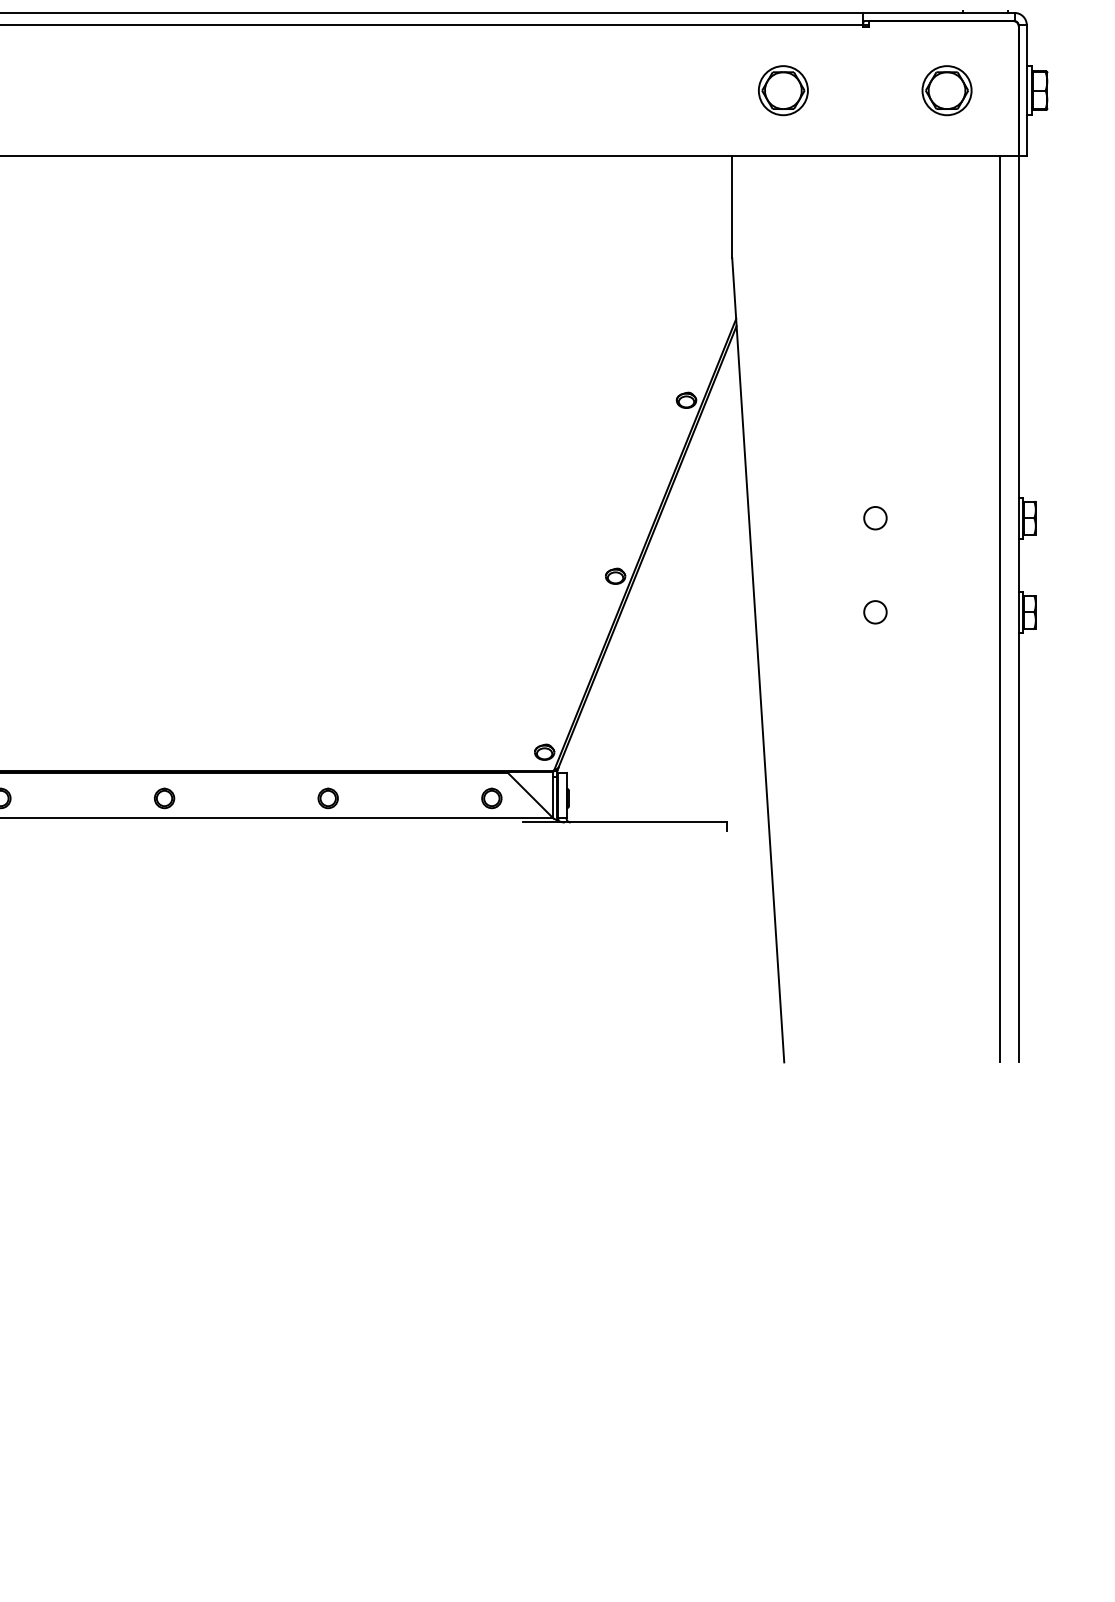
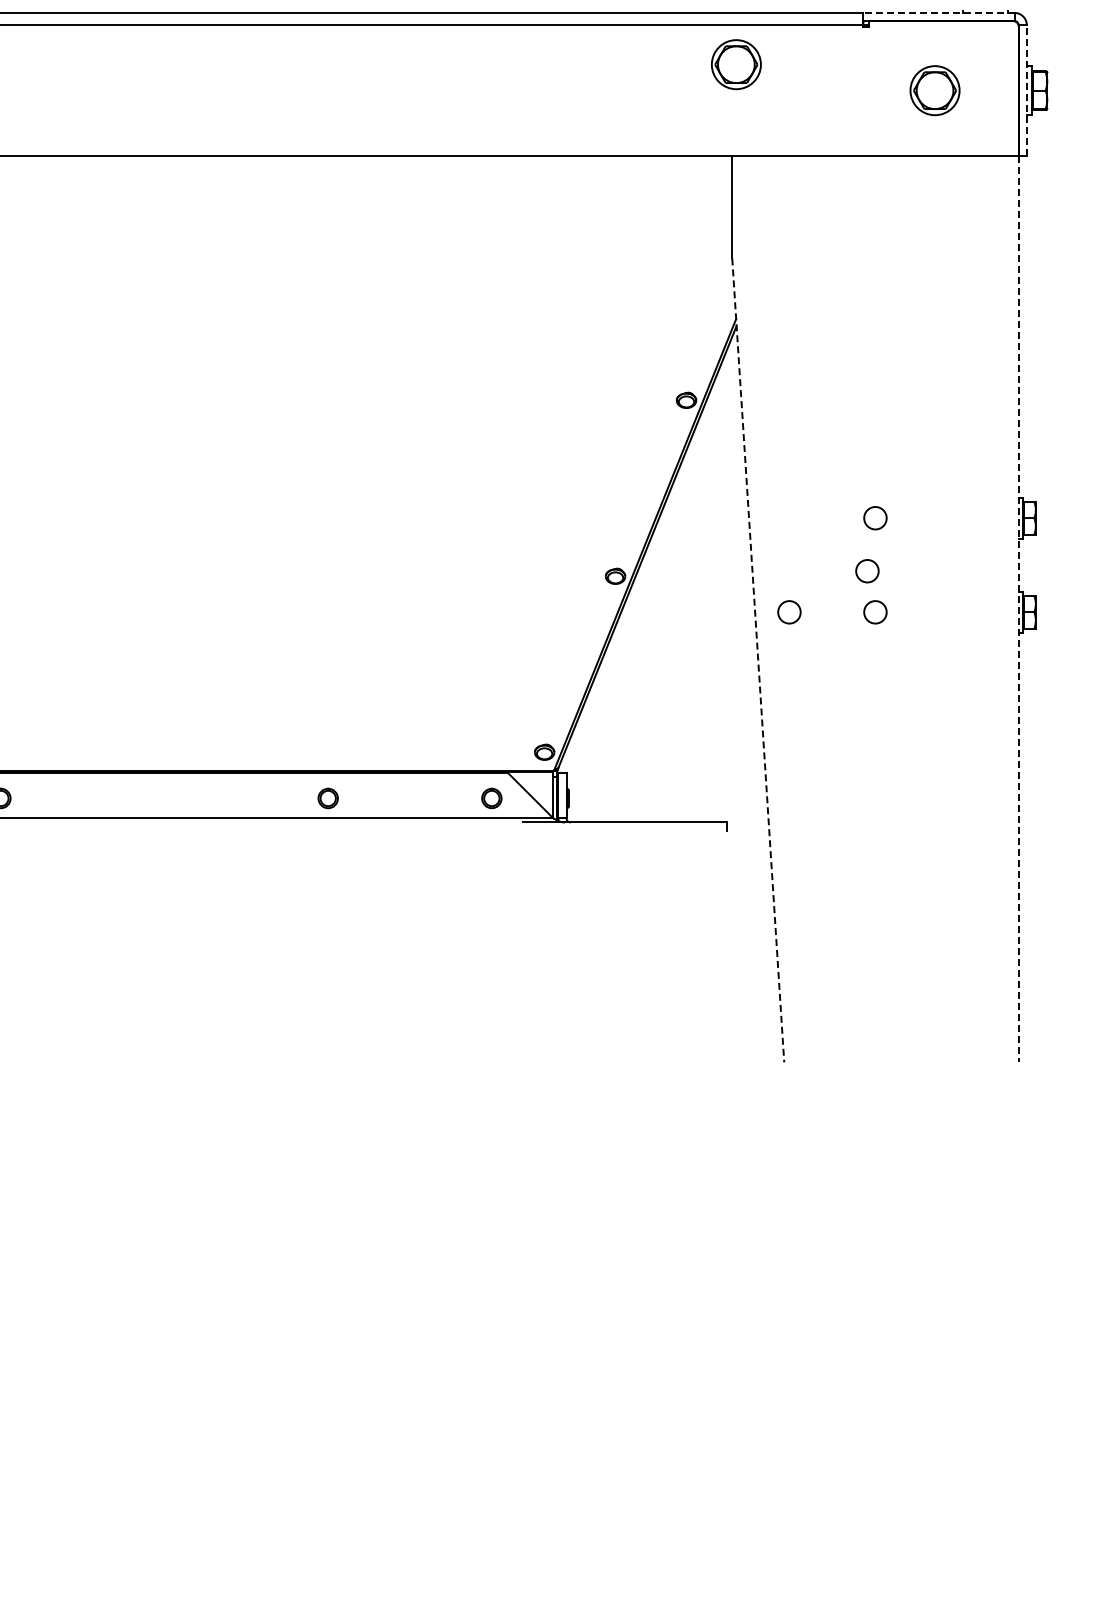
line at (938, 12): solid -> dashed
part at (783, 90) position: (783, 90) -> (736, 64)
part at (946, 90) position: (946, 90) -> (934, 90)
line at (1026, 90): solid -> dashed
circle at (867, 571): none -> present
line at (1000, 609): present -> none
line at (1018, 609): solid -> dashed
circle at (789, 612): none -> present
line at (758, 660): solid -> dashed
part at (164, 798): present -> none
